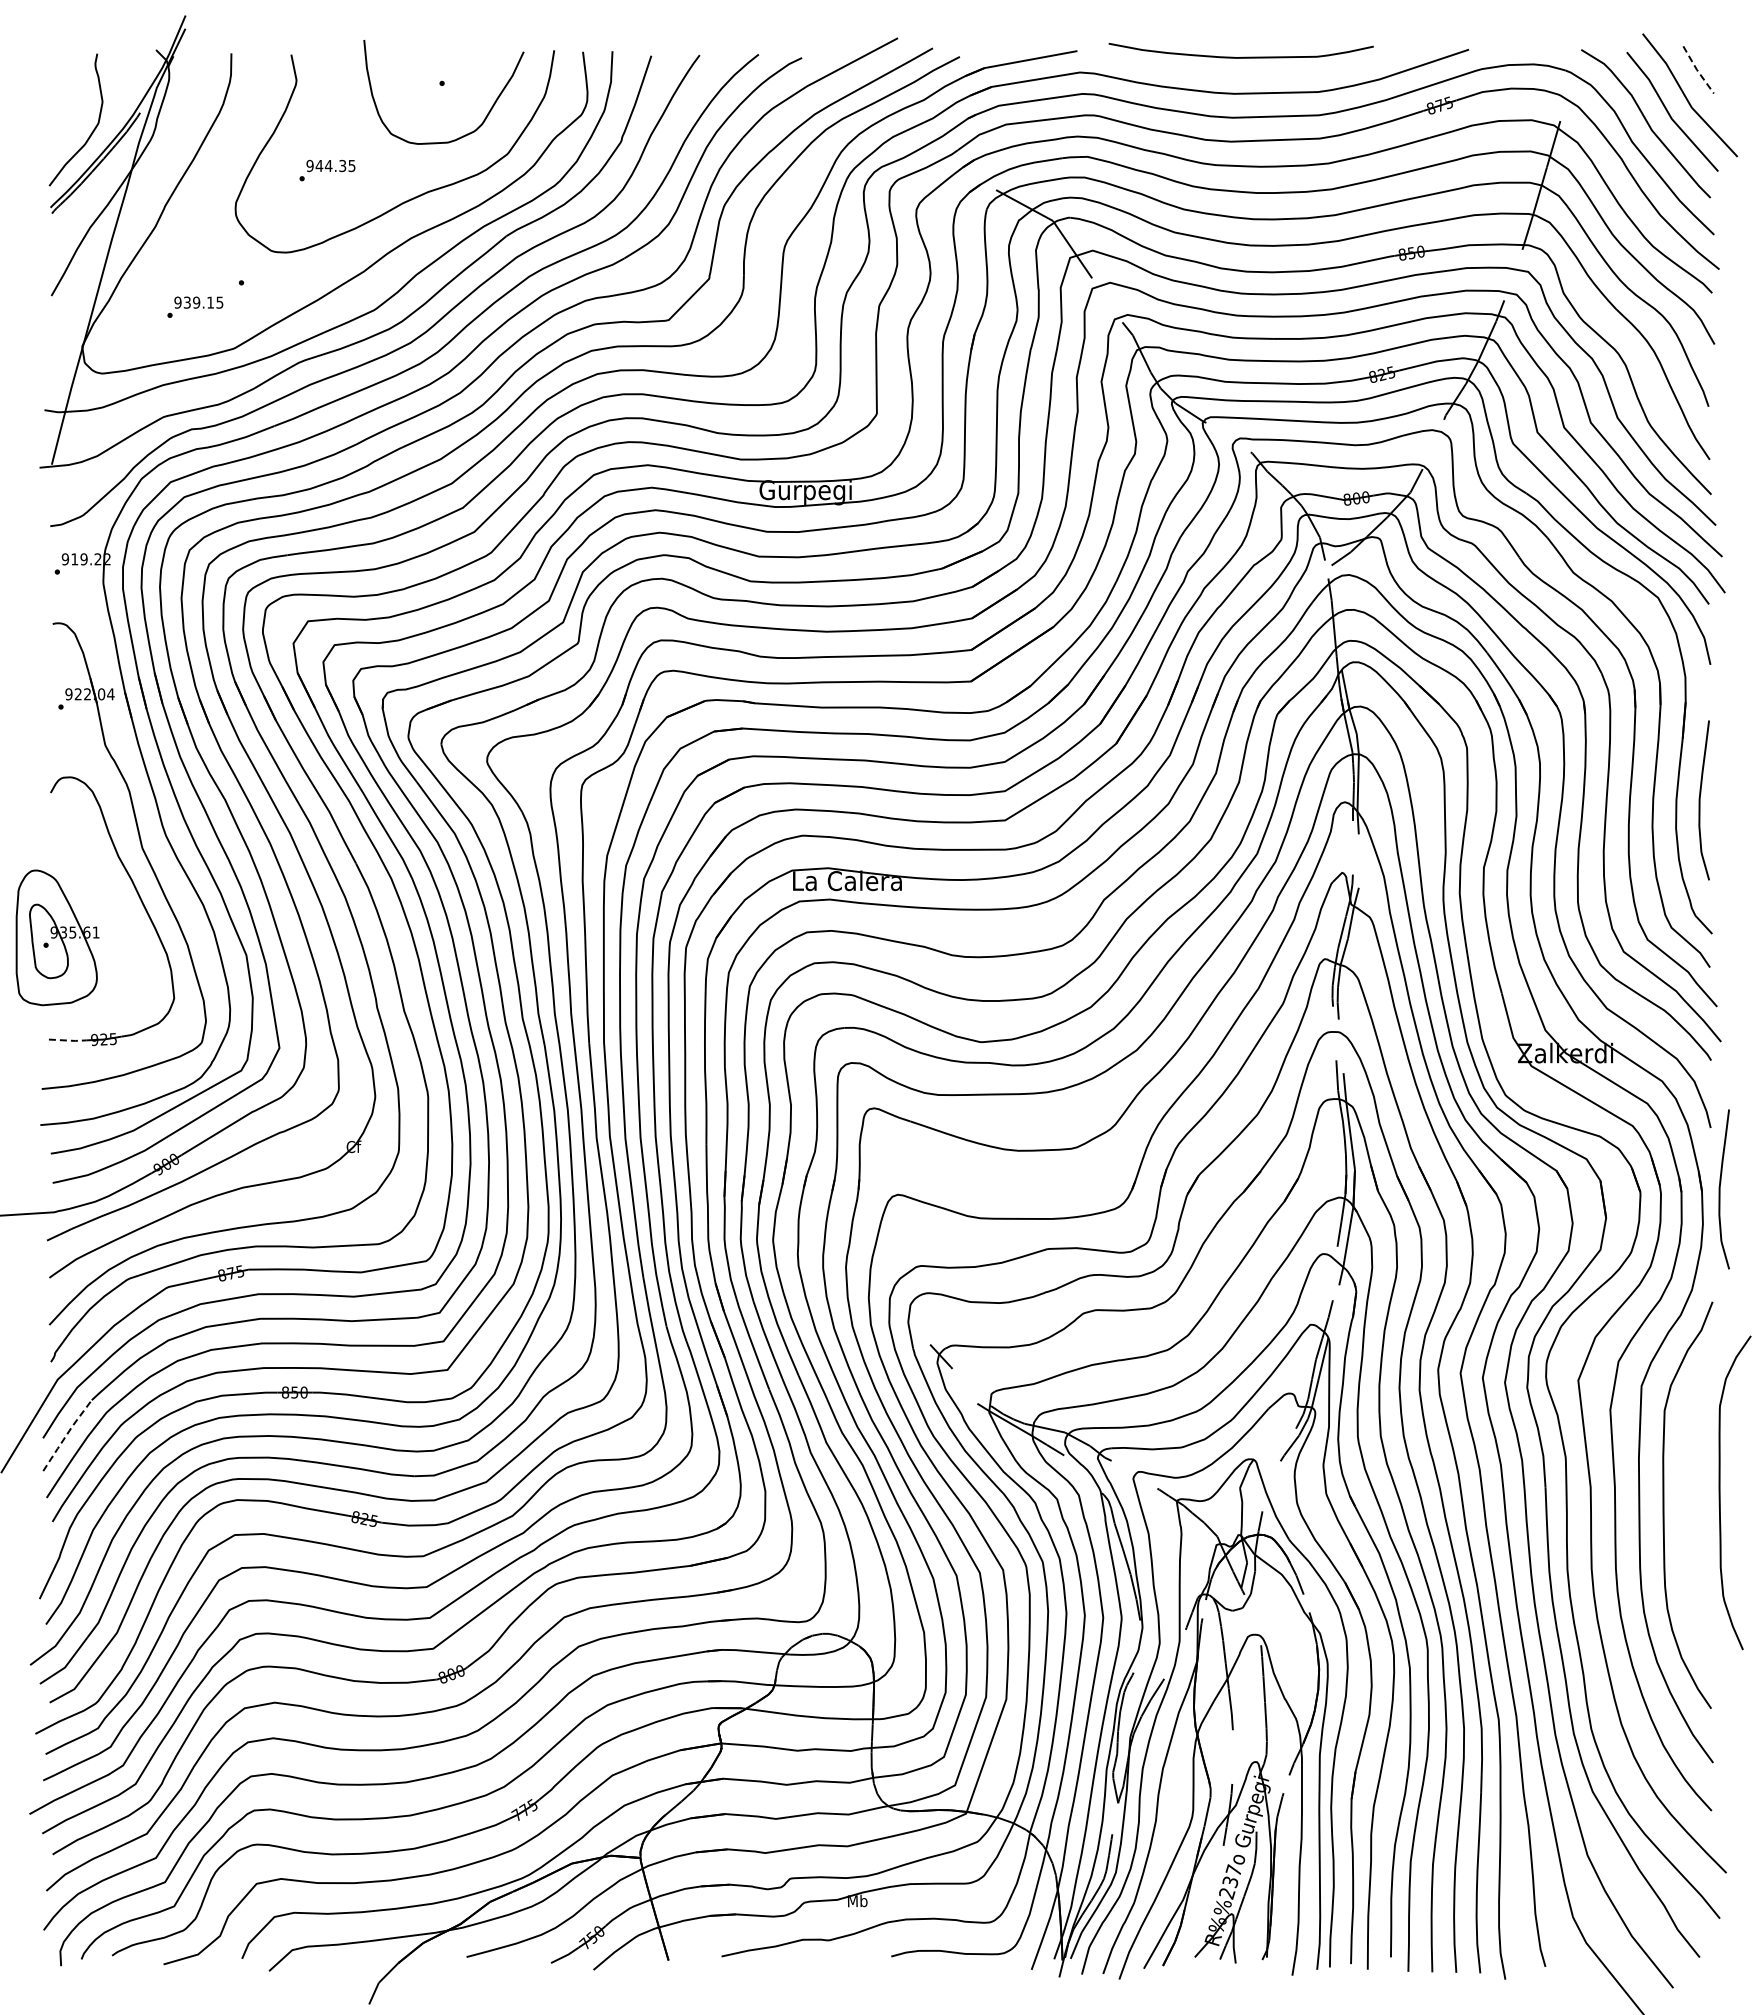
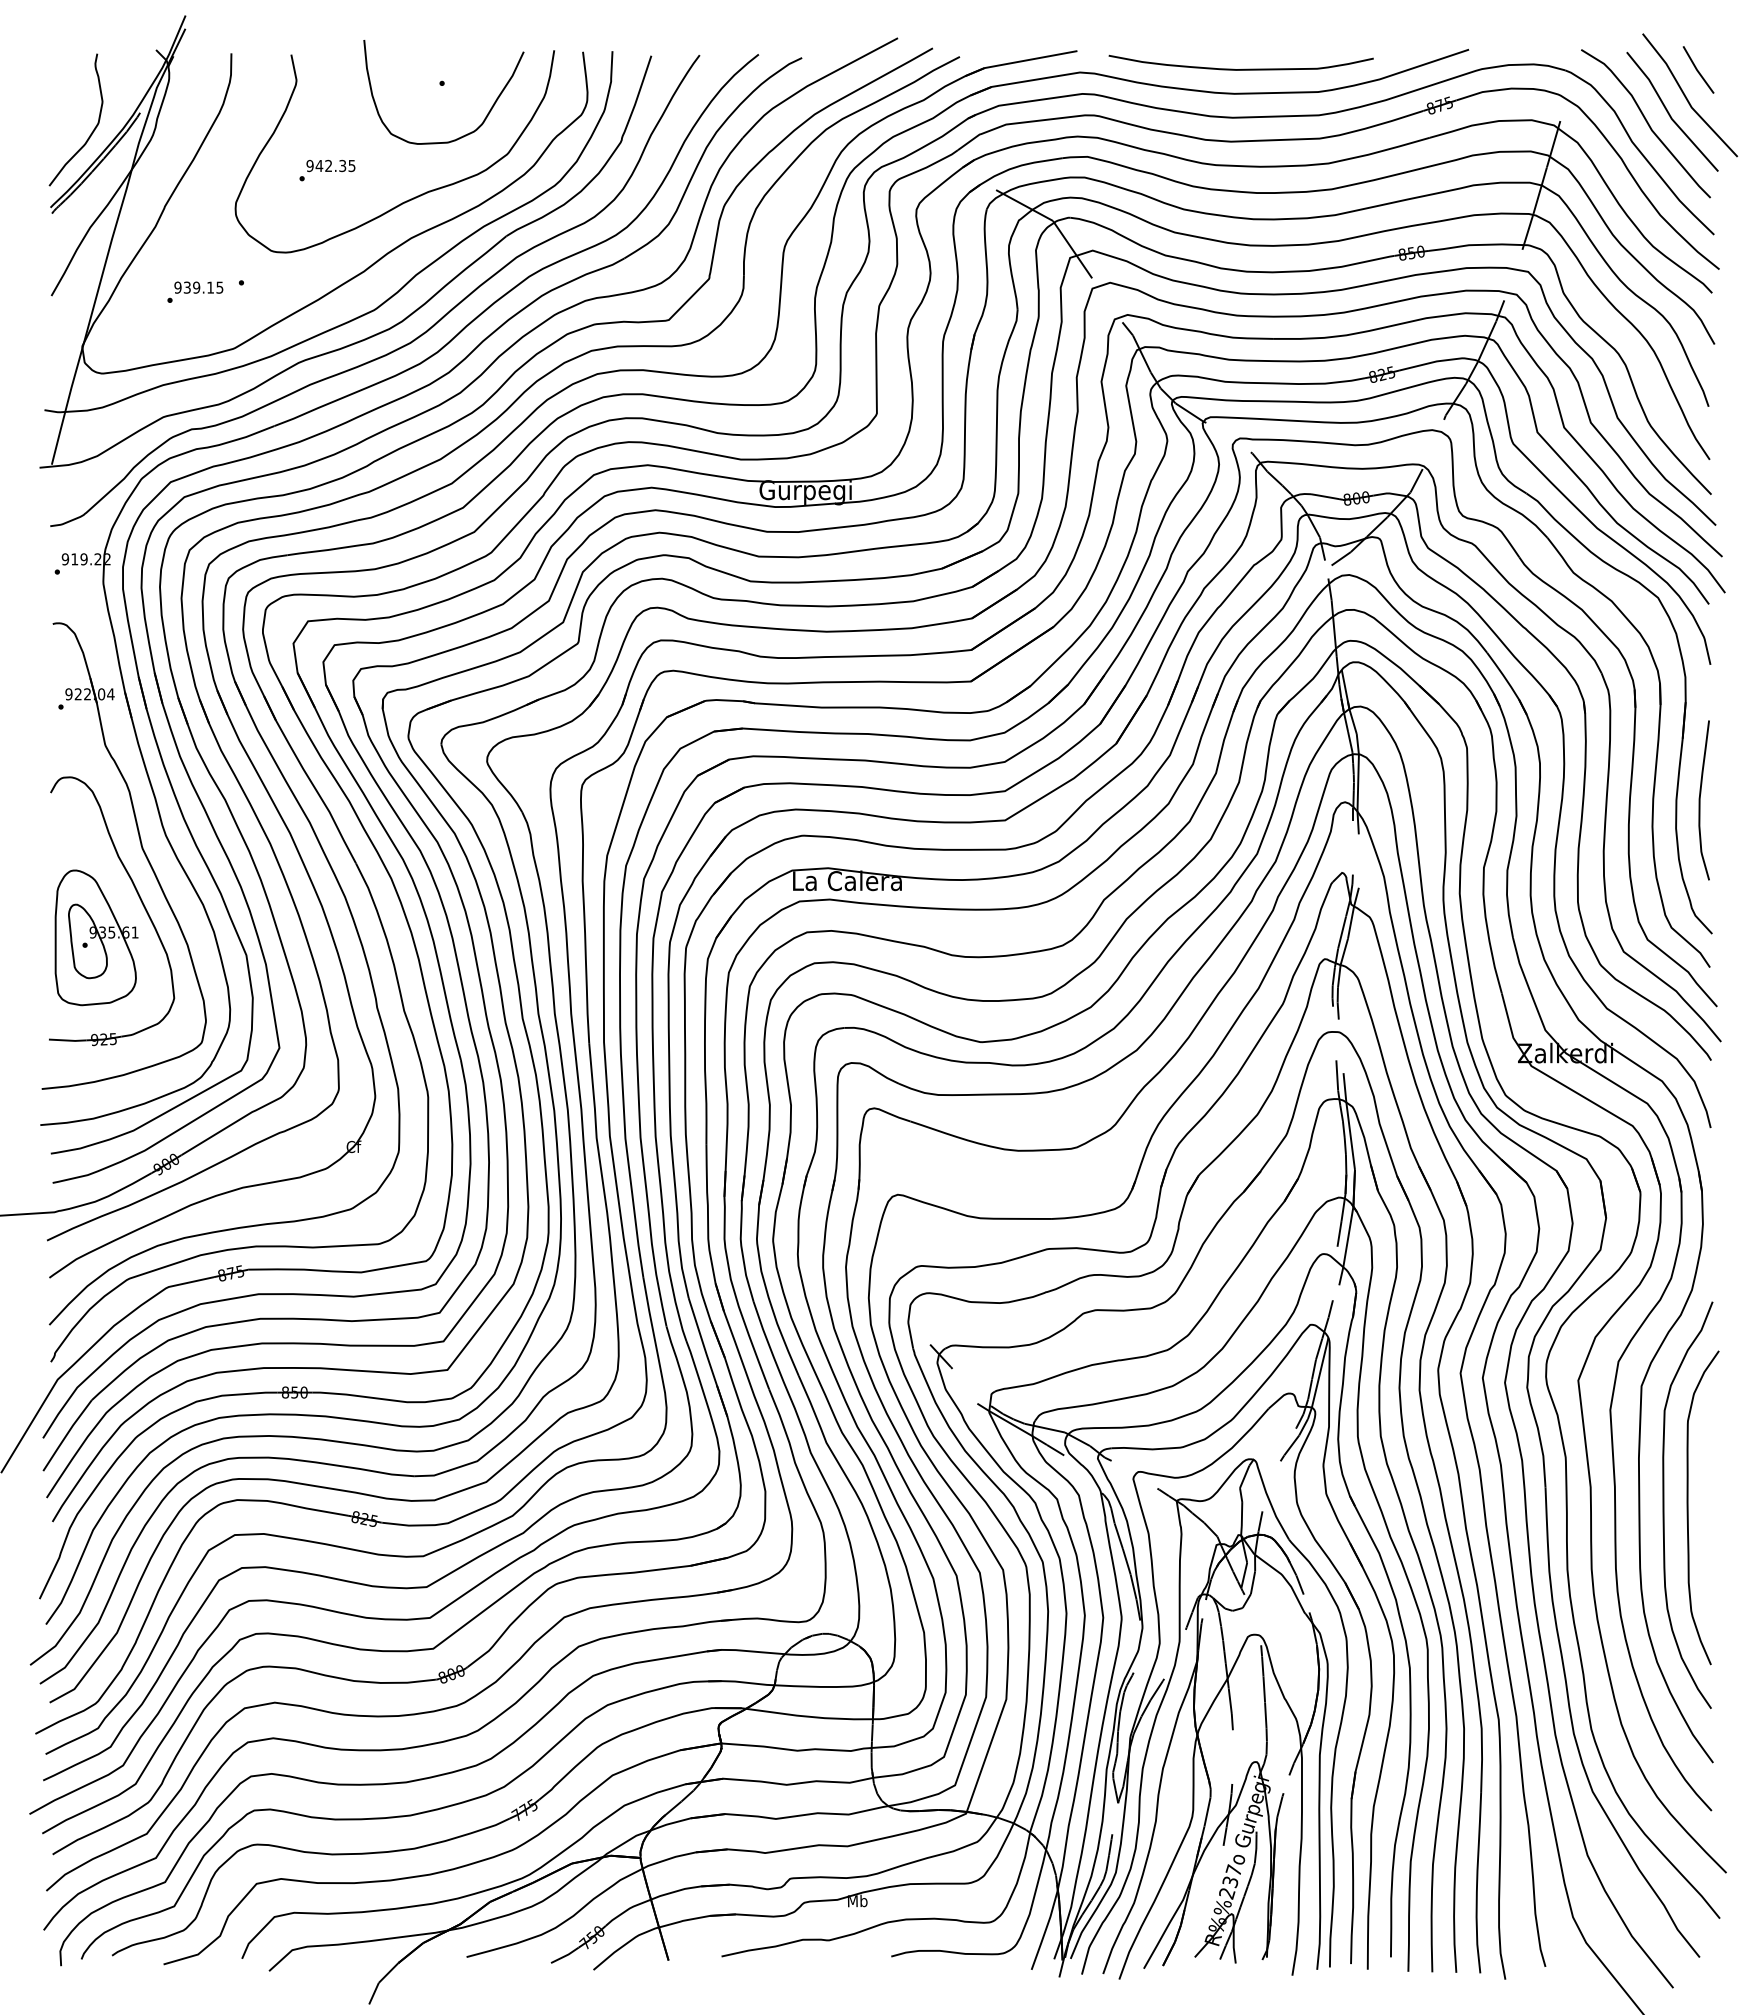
curve at (1243, 56) position: (1243, 56) -> (1243, 68)
line at (1697, 69): dashed -> solid
text at (328, 165): 944.35 -> 942.35
text at (195, 306) position: (195, 306) -> (195, 291)
part at (57, 937) position: (57, 937) -> (96, 937)
line at (68, 1040): dashed -> solid
curve at (1720, 1189): present -> none
line at (67, 1434): dashed -> solid
curve at (1720, 1492) position: (1720, 1492) -> (1688, 1507)
